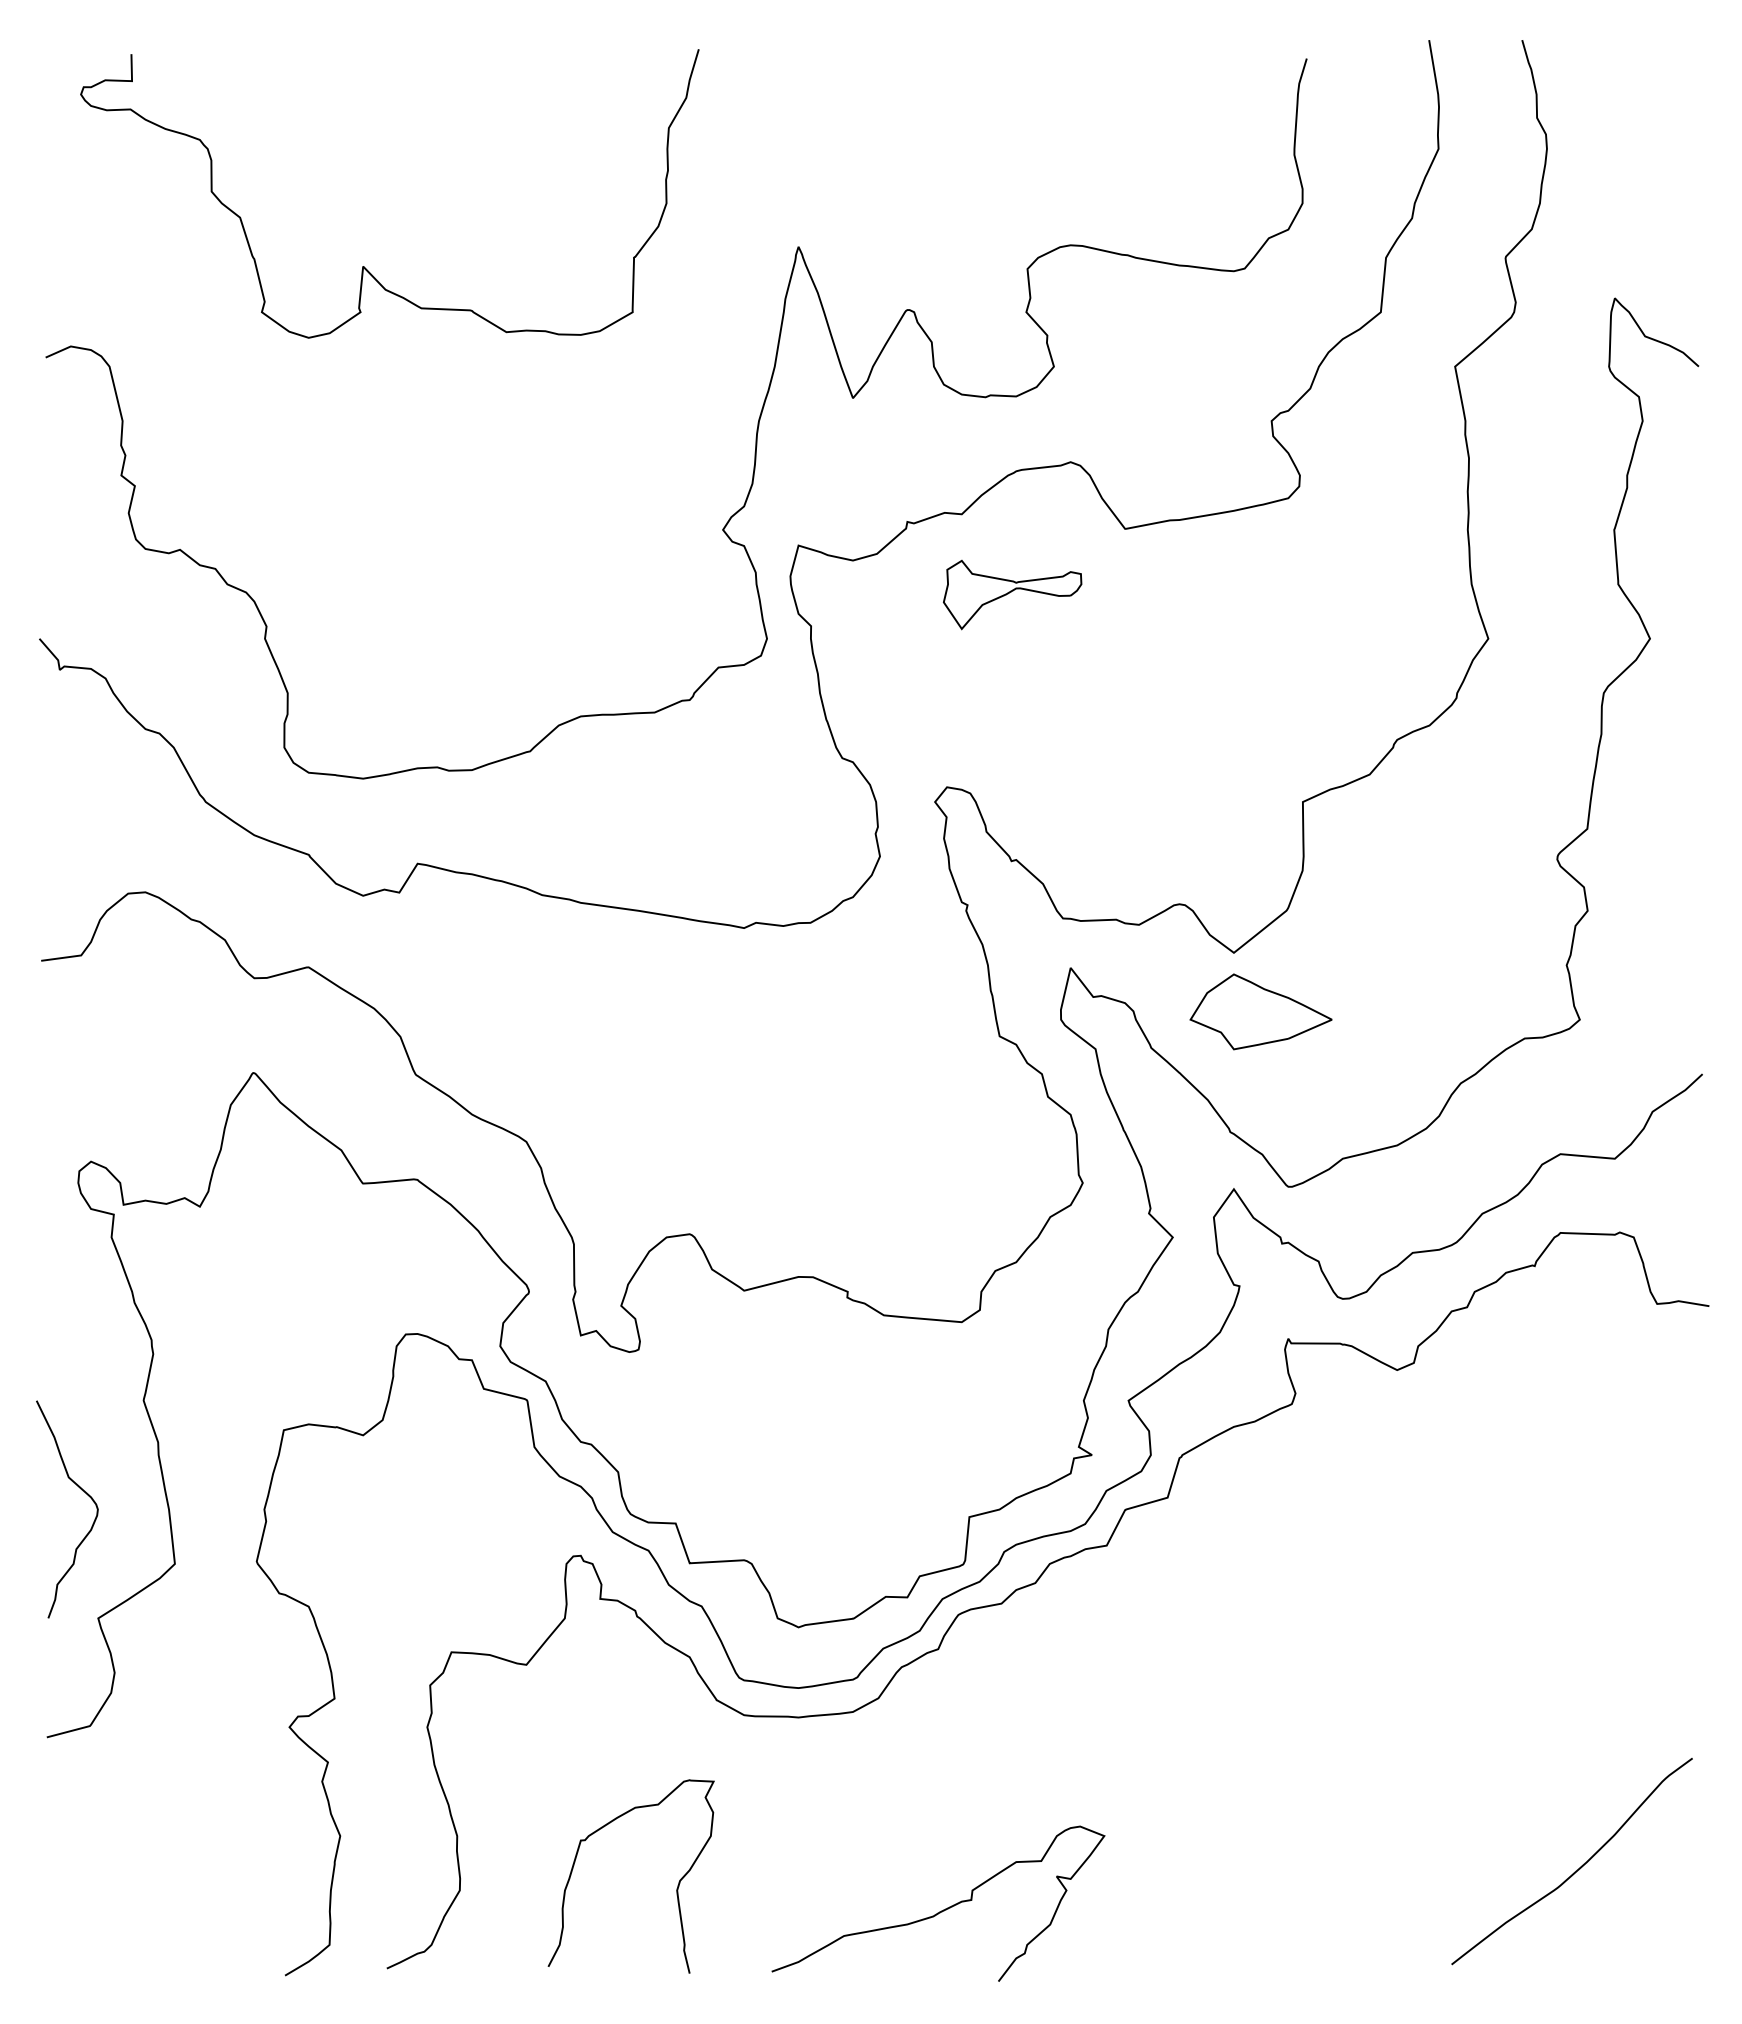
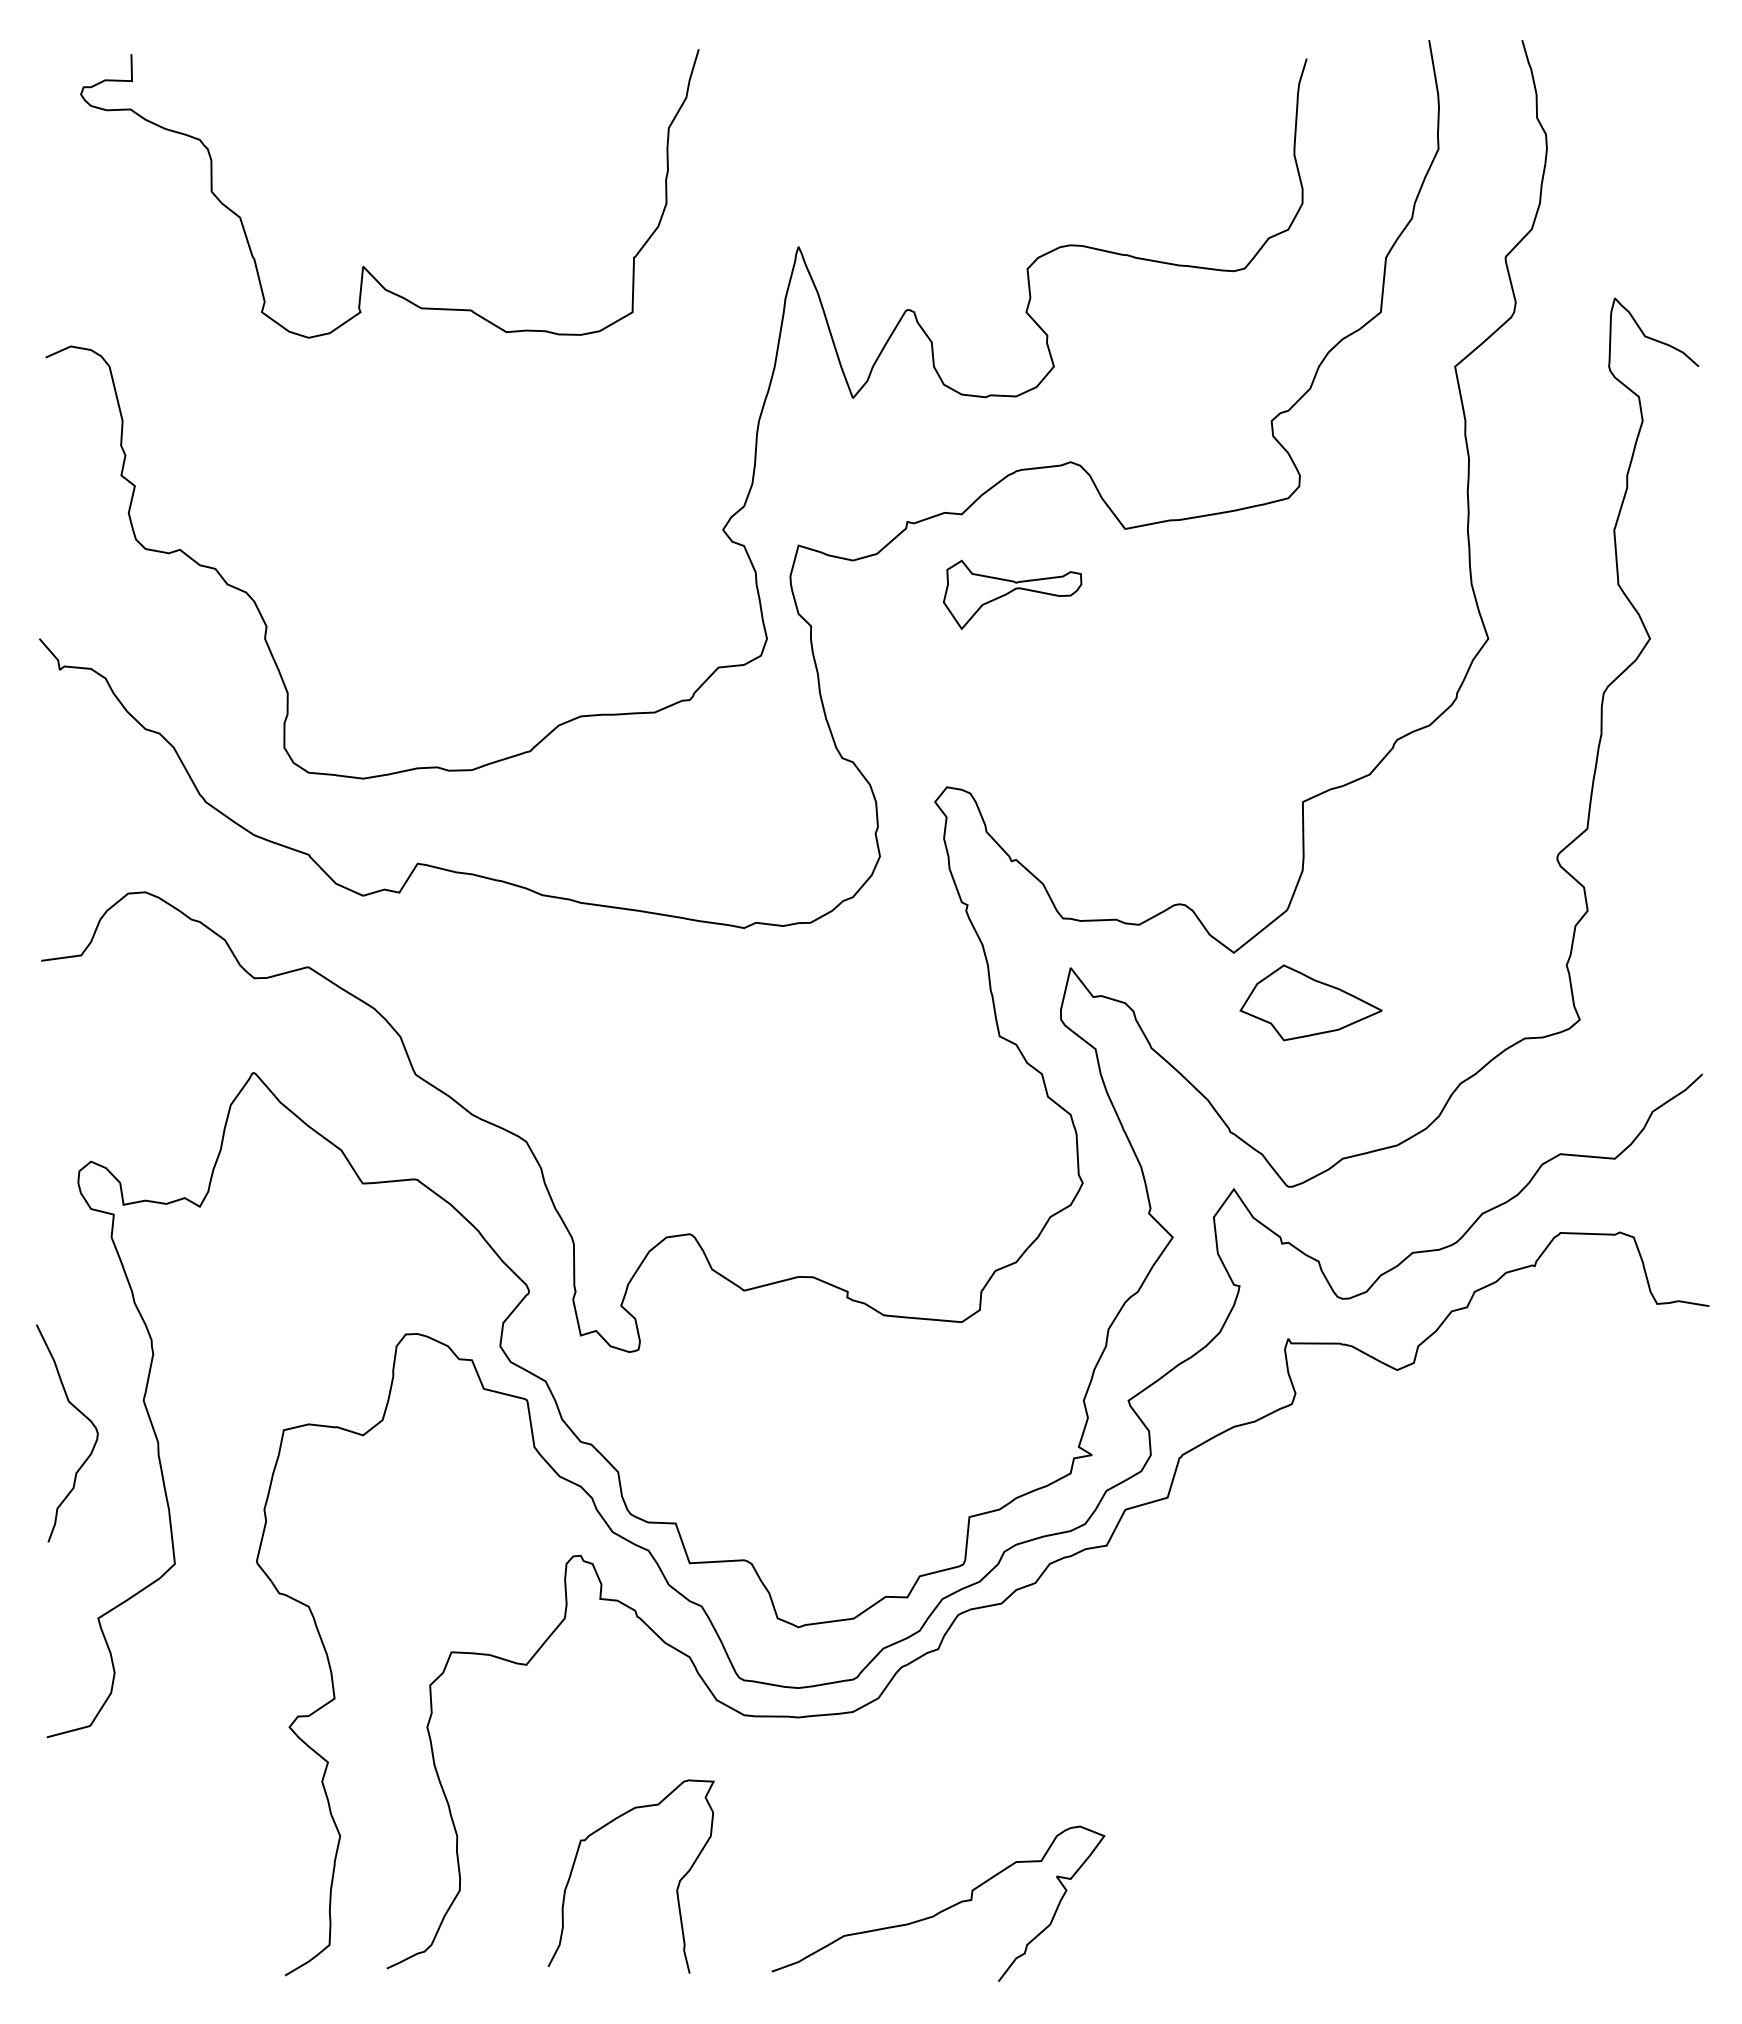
part at (1260, 1011) position: (1260, 1011) -> (1310, 1002)
curve at (81, 1490) position: (81, 1490) -> (81, 1414)
curve at (1578, 1868): present -> none
